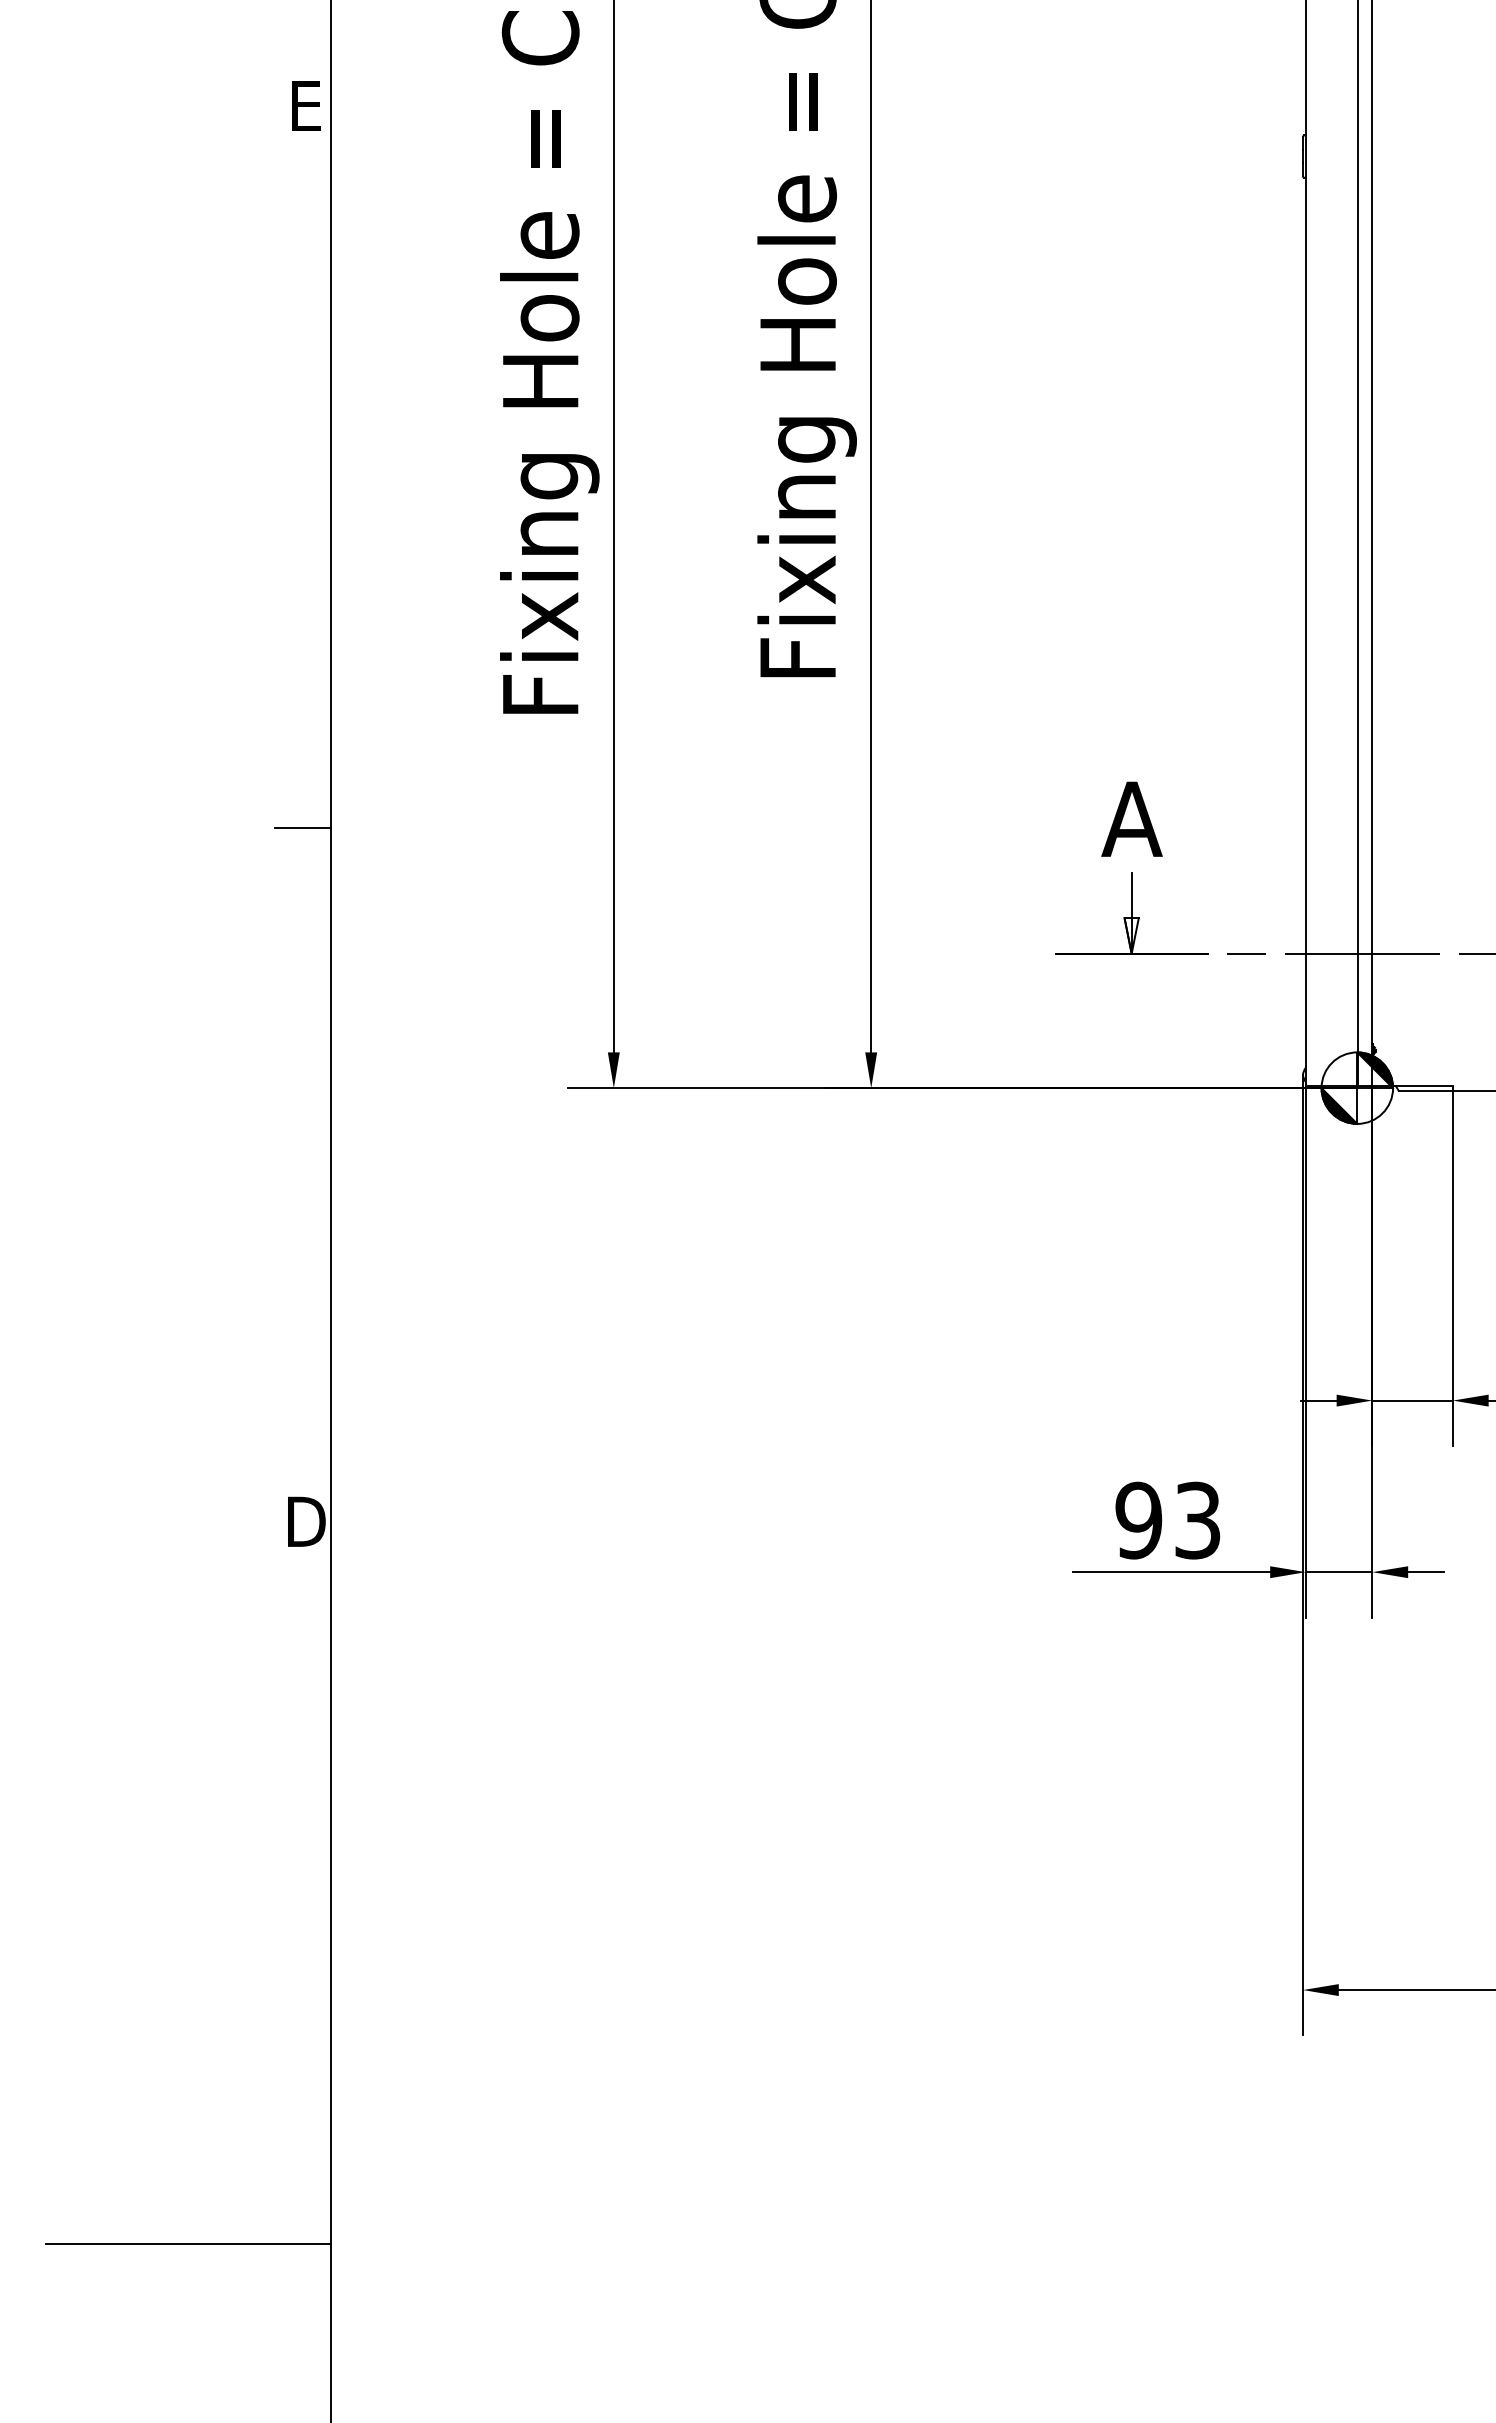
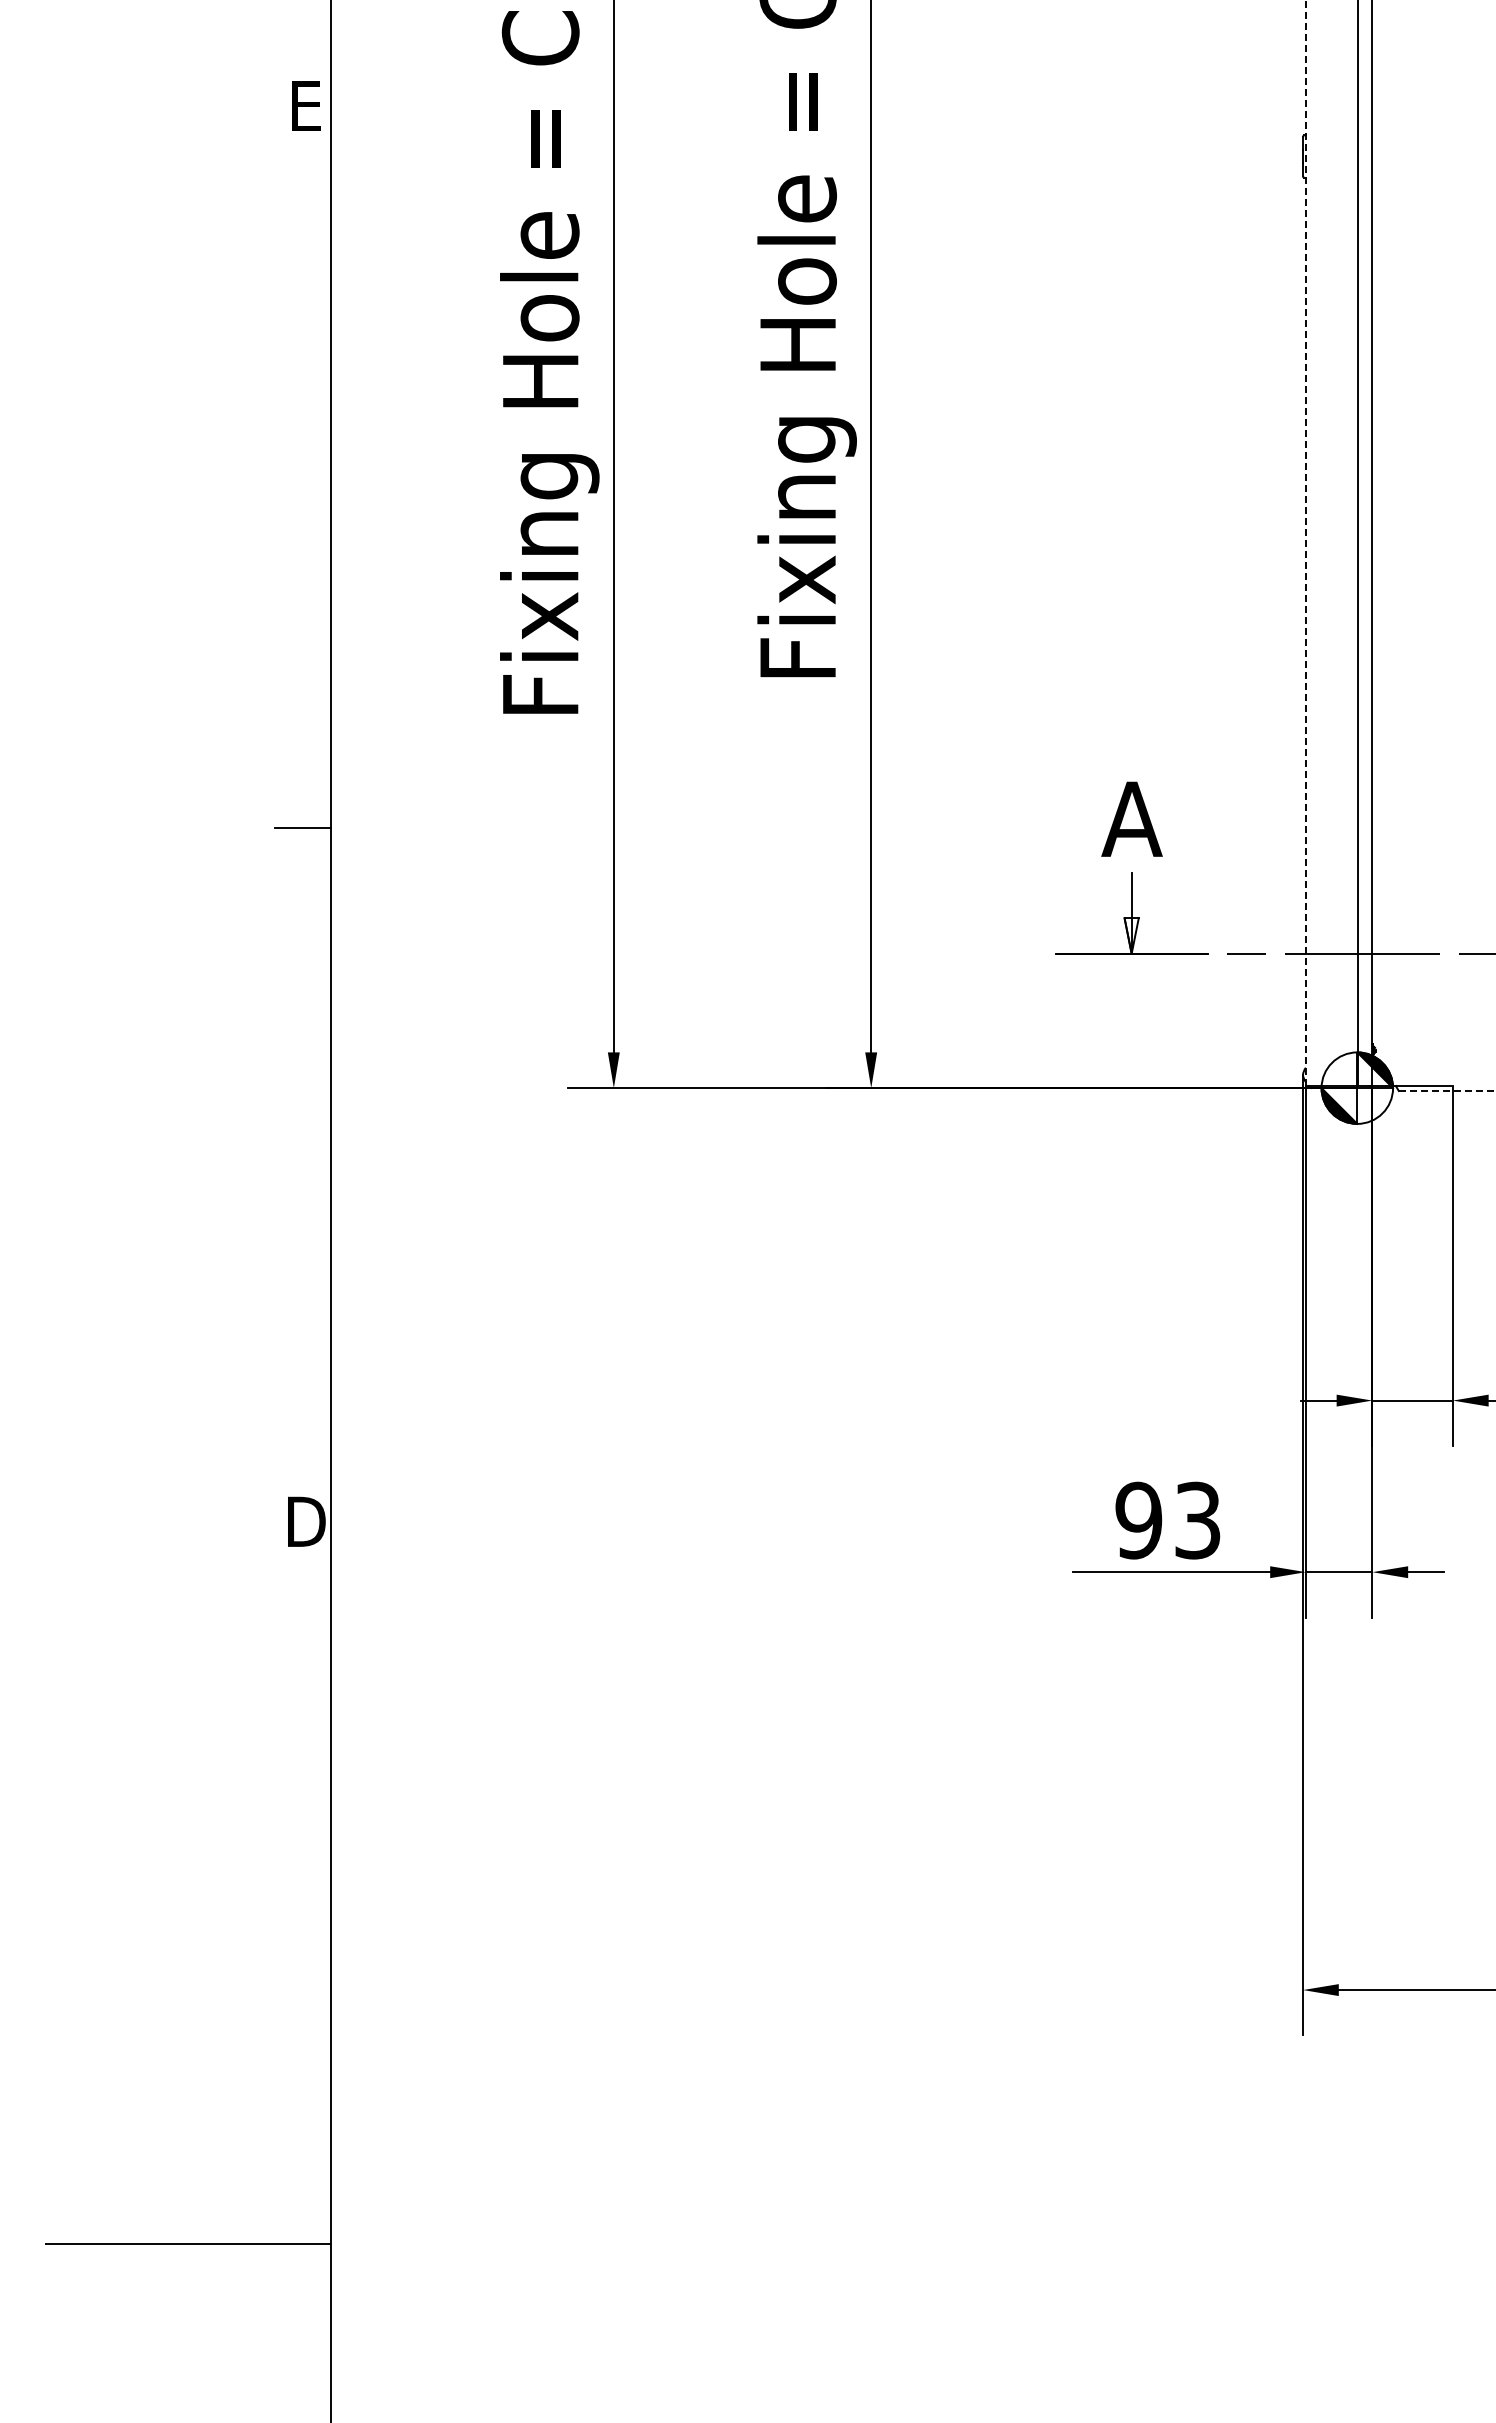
line at (1305, 543): solid -> dashed
line at (1447, 1090): solid -> dashed
